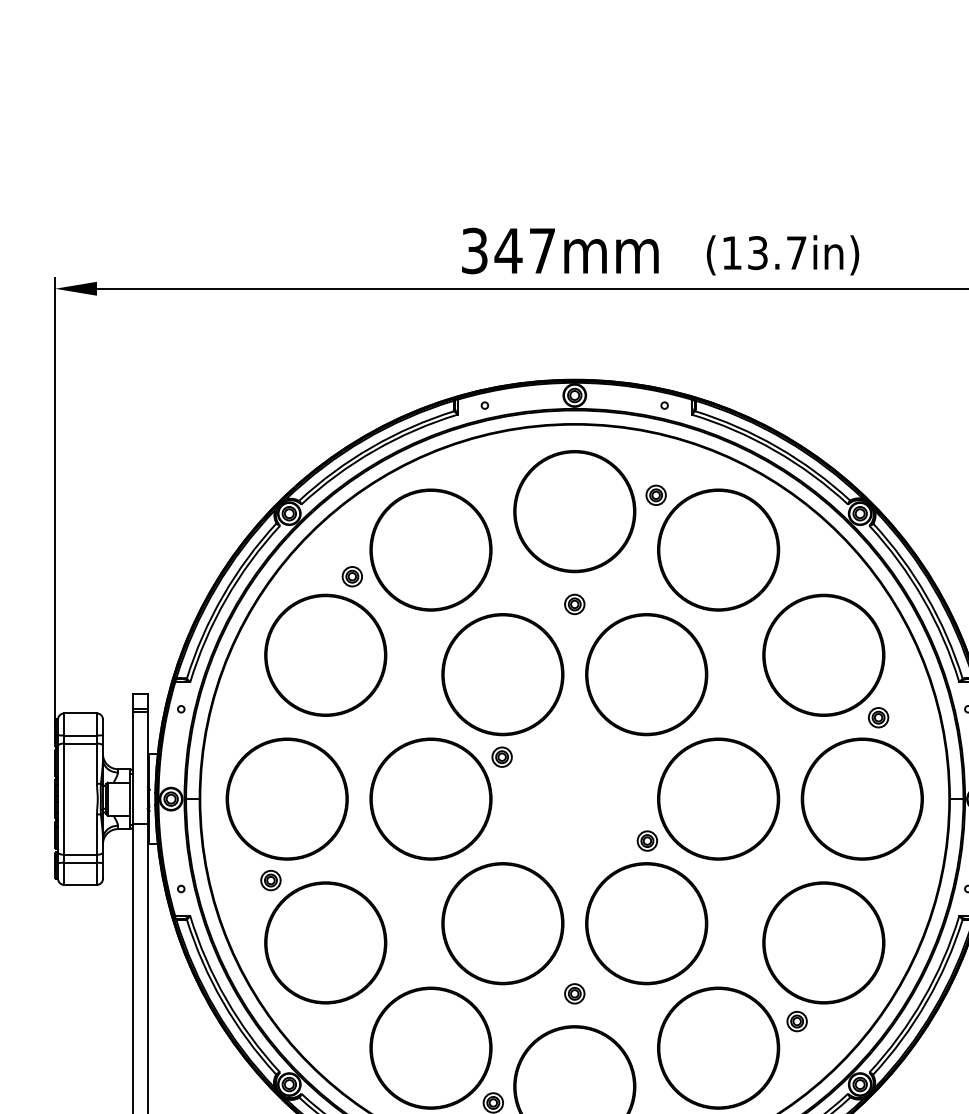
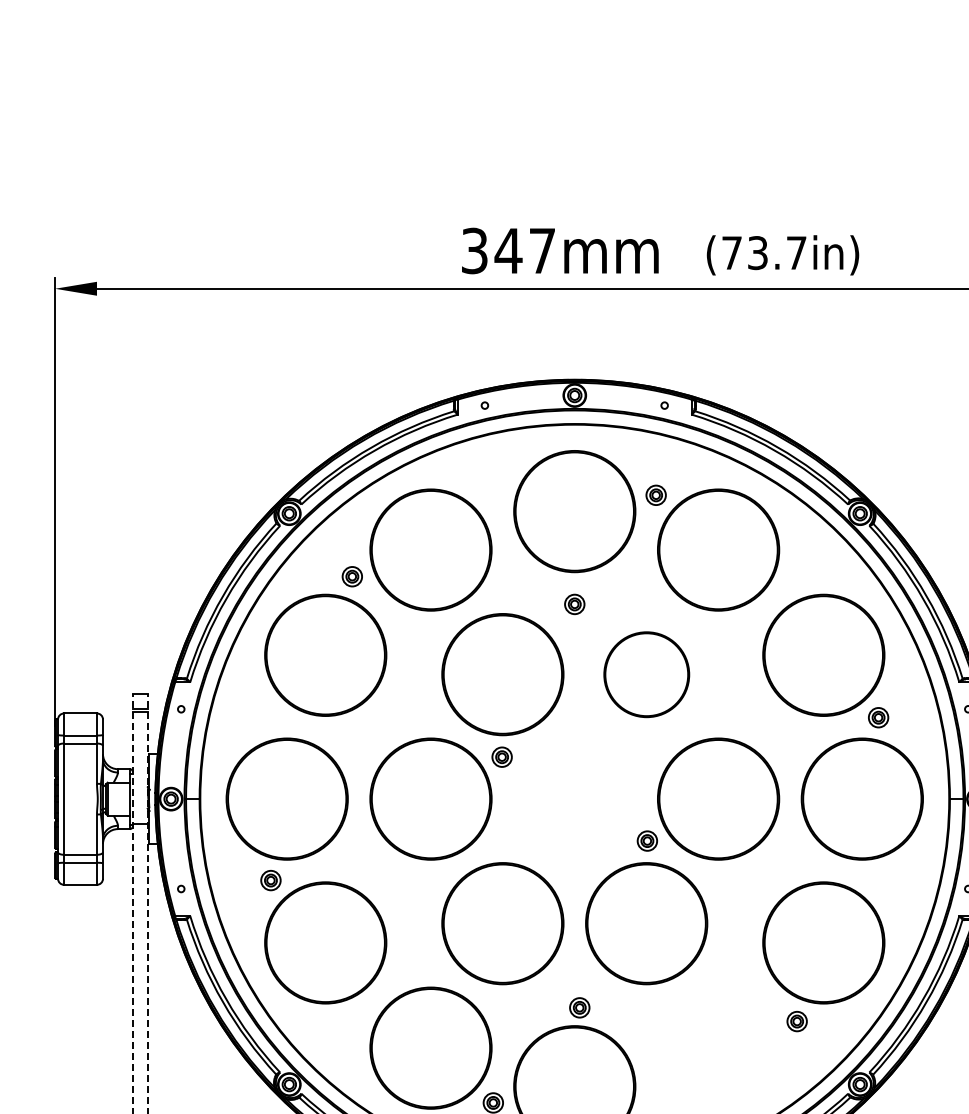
text at (731, 252): (13.7in) -> (73.7in)
part at (646, 674) size: 124x124 px -> 88x88 px
line at (132, 904): solid -> dashed
line at (147, 904): solid -> dashed
part at (574, 993) position: (574, 993) -> (579, 1007)
part at (718, 1047): present -> none
